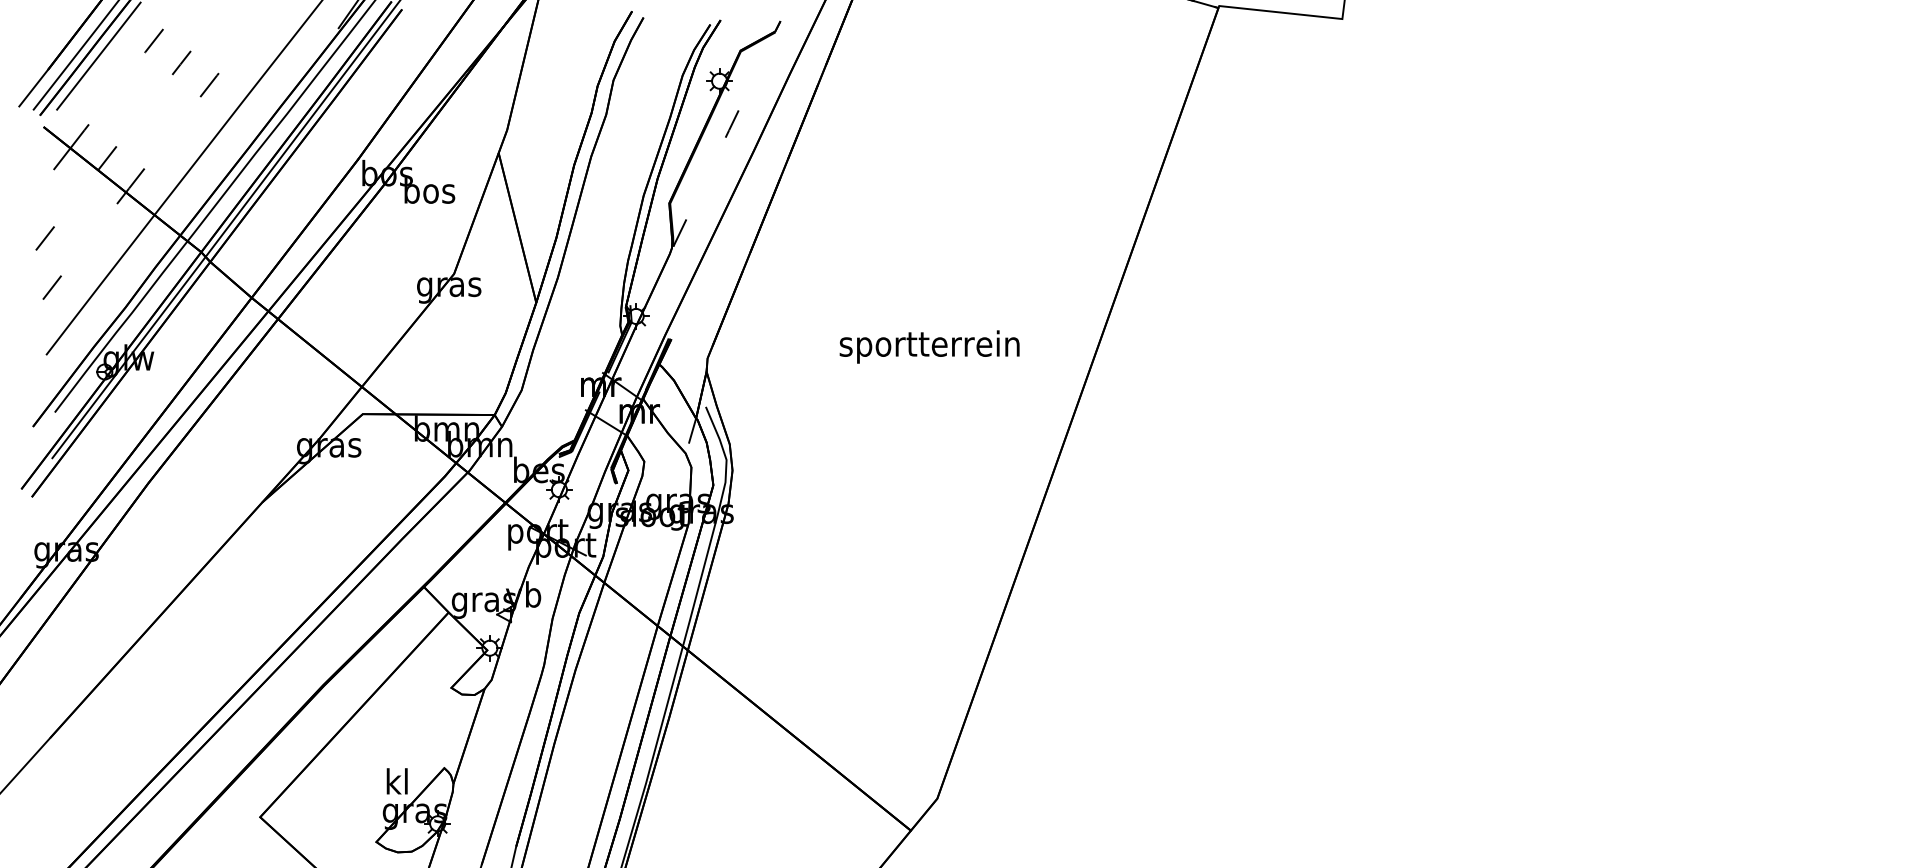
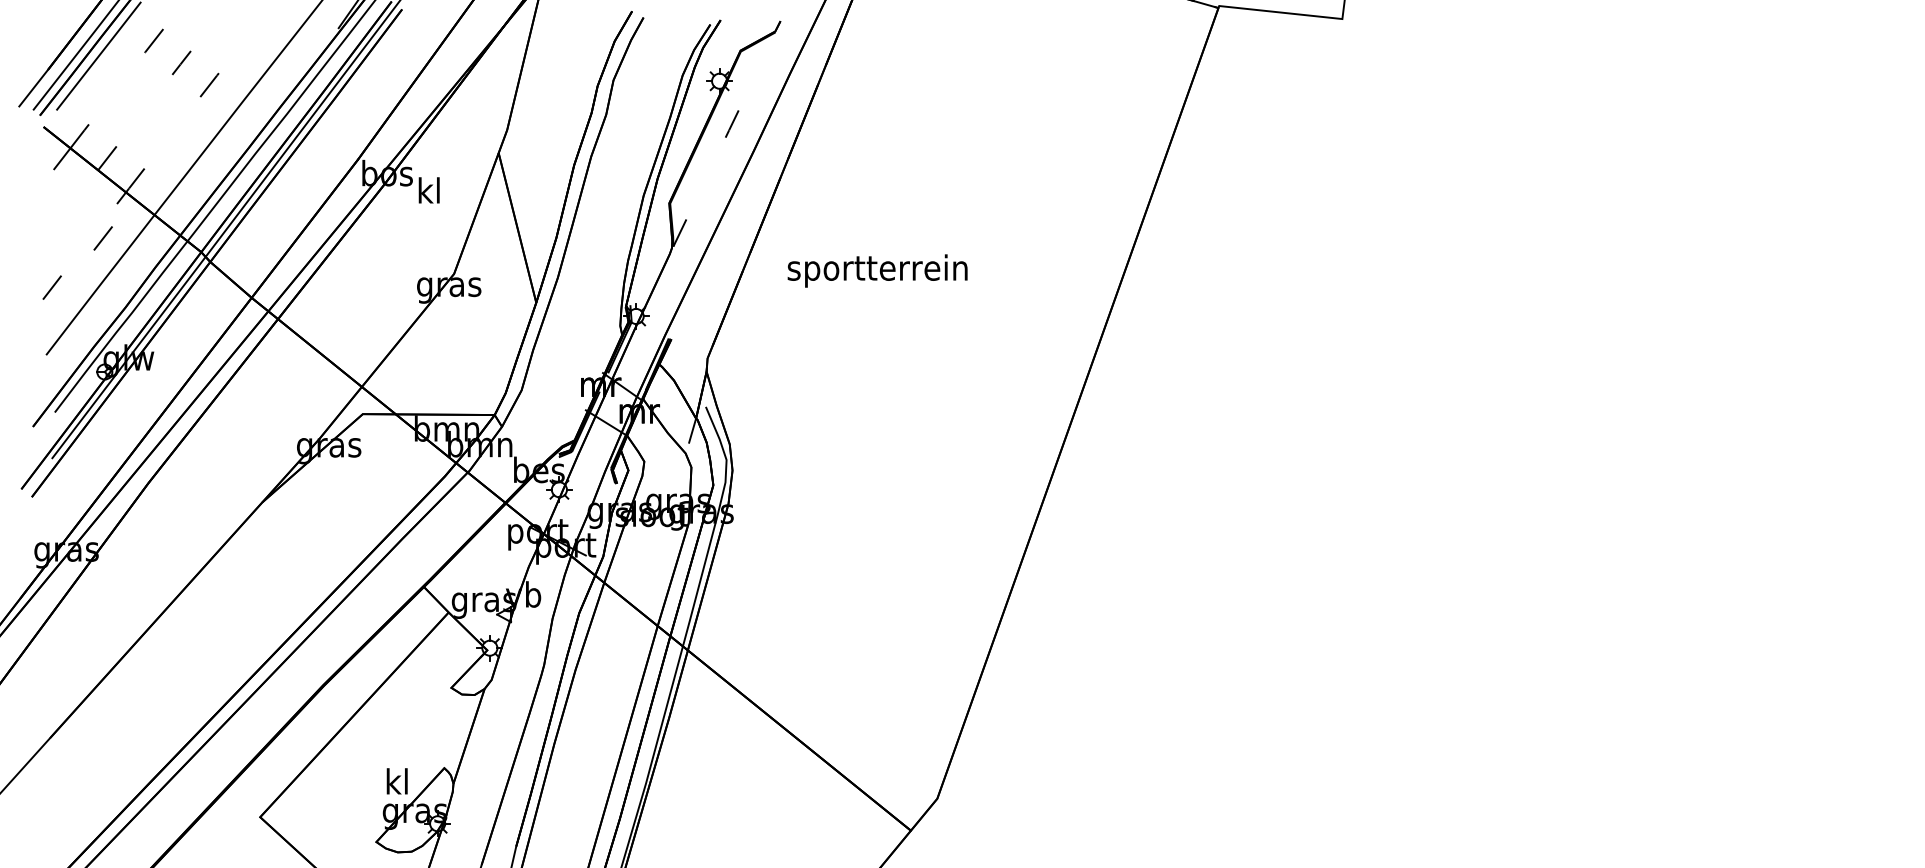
text at (429, 190): bos -> kl
line at (44, 238) position: (44, 238) -> (102, 238)
text at (929, 346) position: (929, 346) -> (877, 270)
